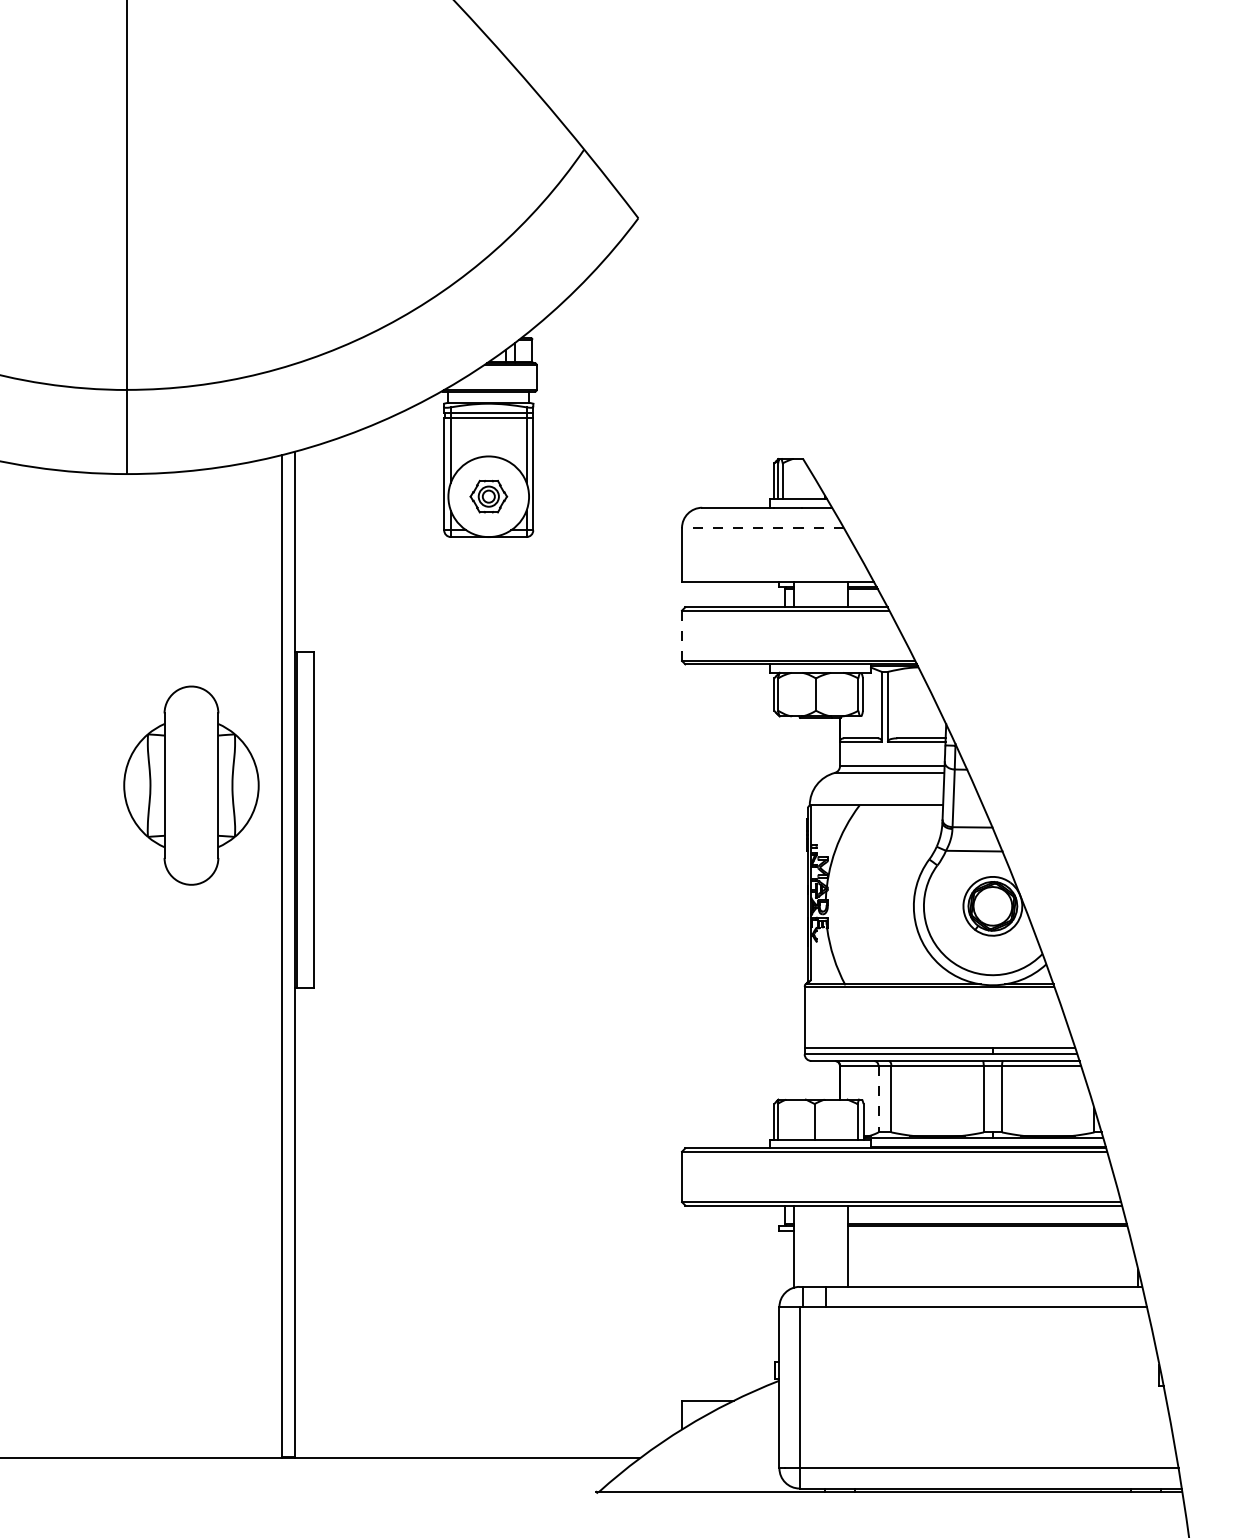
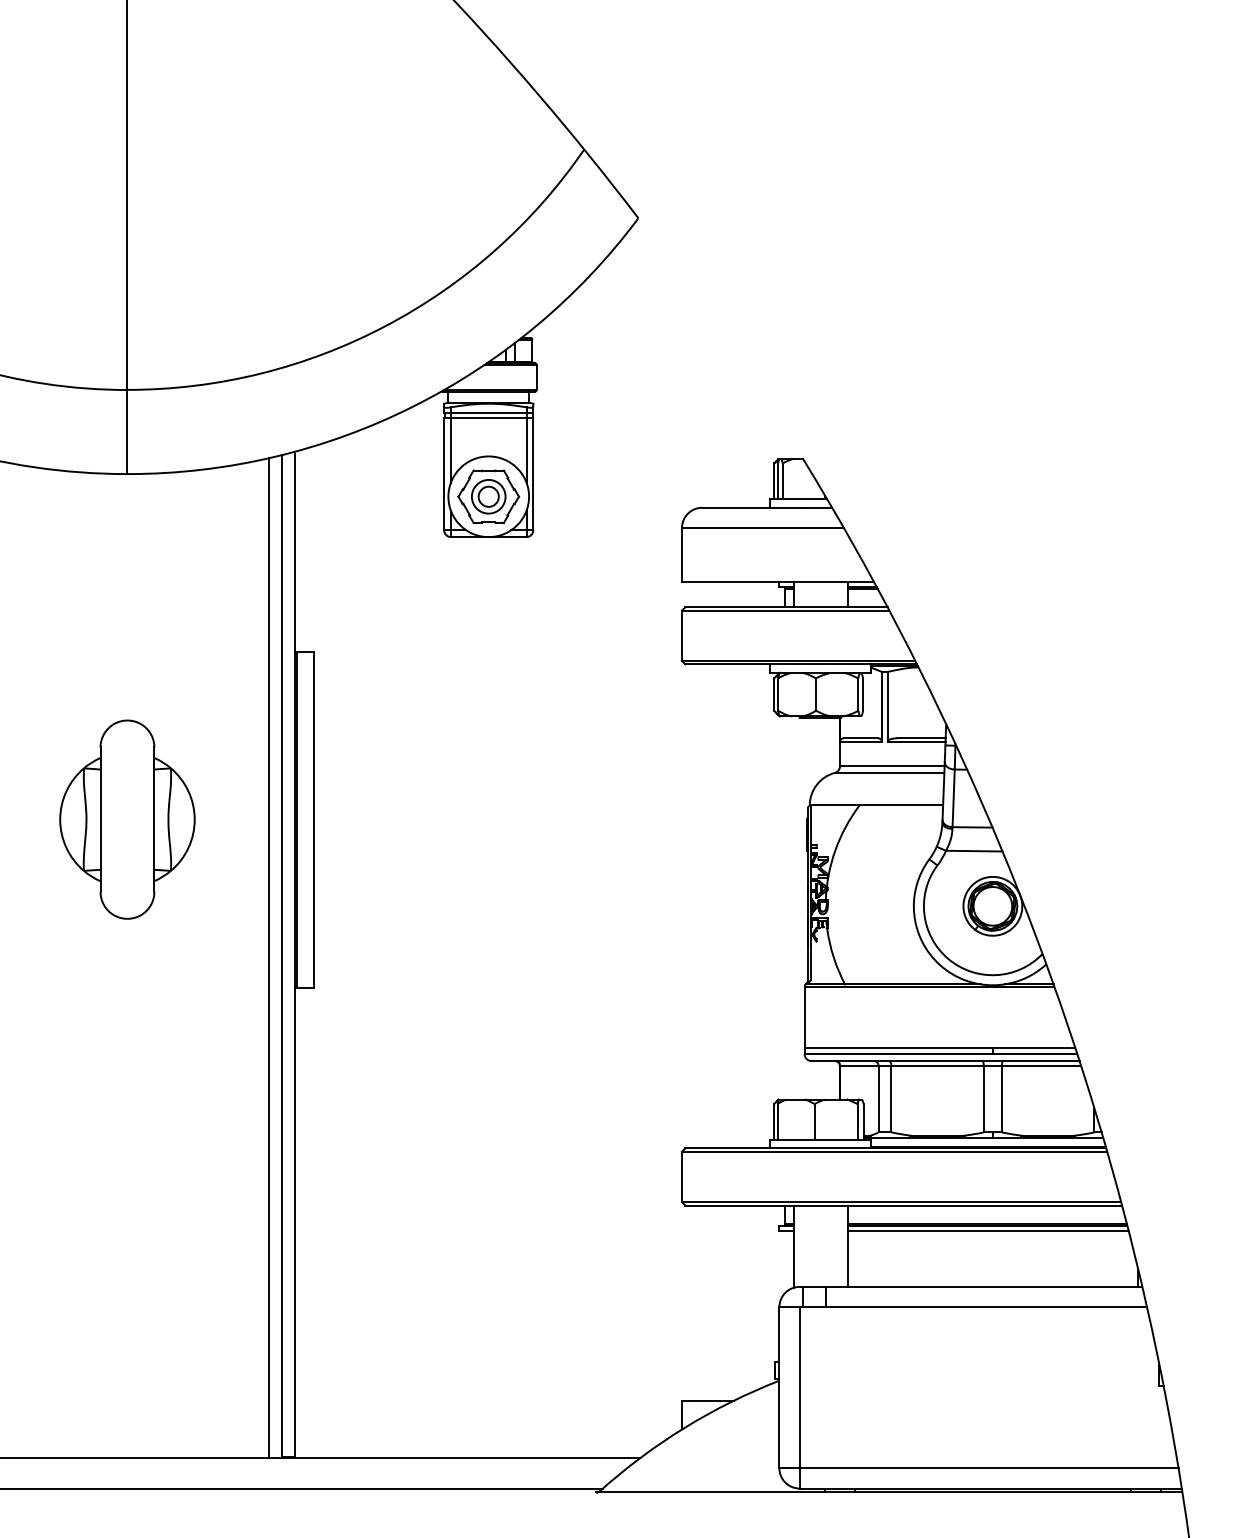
part at (488, 496) size: 40x35 px -> 64x55 px
line at (762, 527): dashed -> solid
line at (682, 636): dashed -> solid
part at (191, 785) position: (191, 785) -> (127, 819)
line at (268, 958): none -> present
line at (878, 1099): dashed -> solid
line at (987, 1231): none -> present
line at (302, 1488): none -> present
